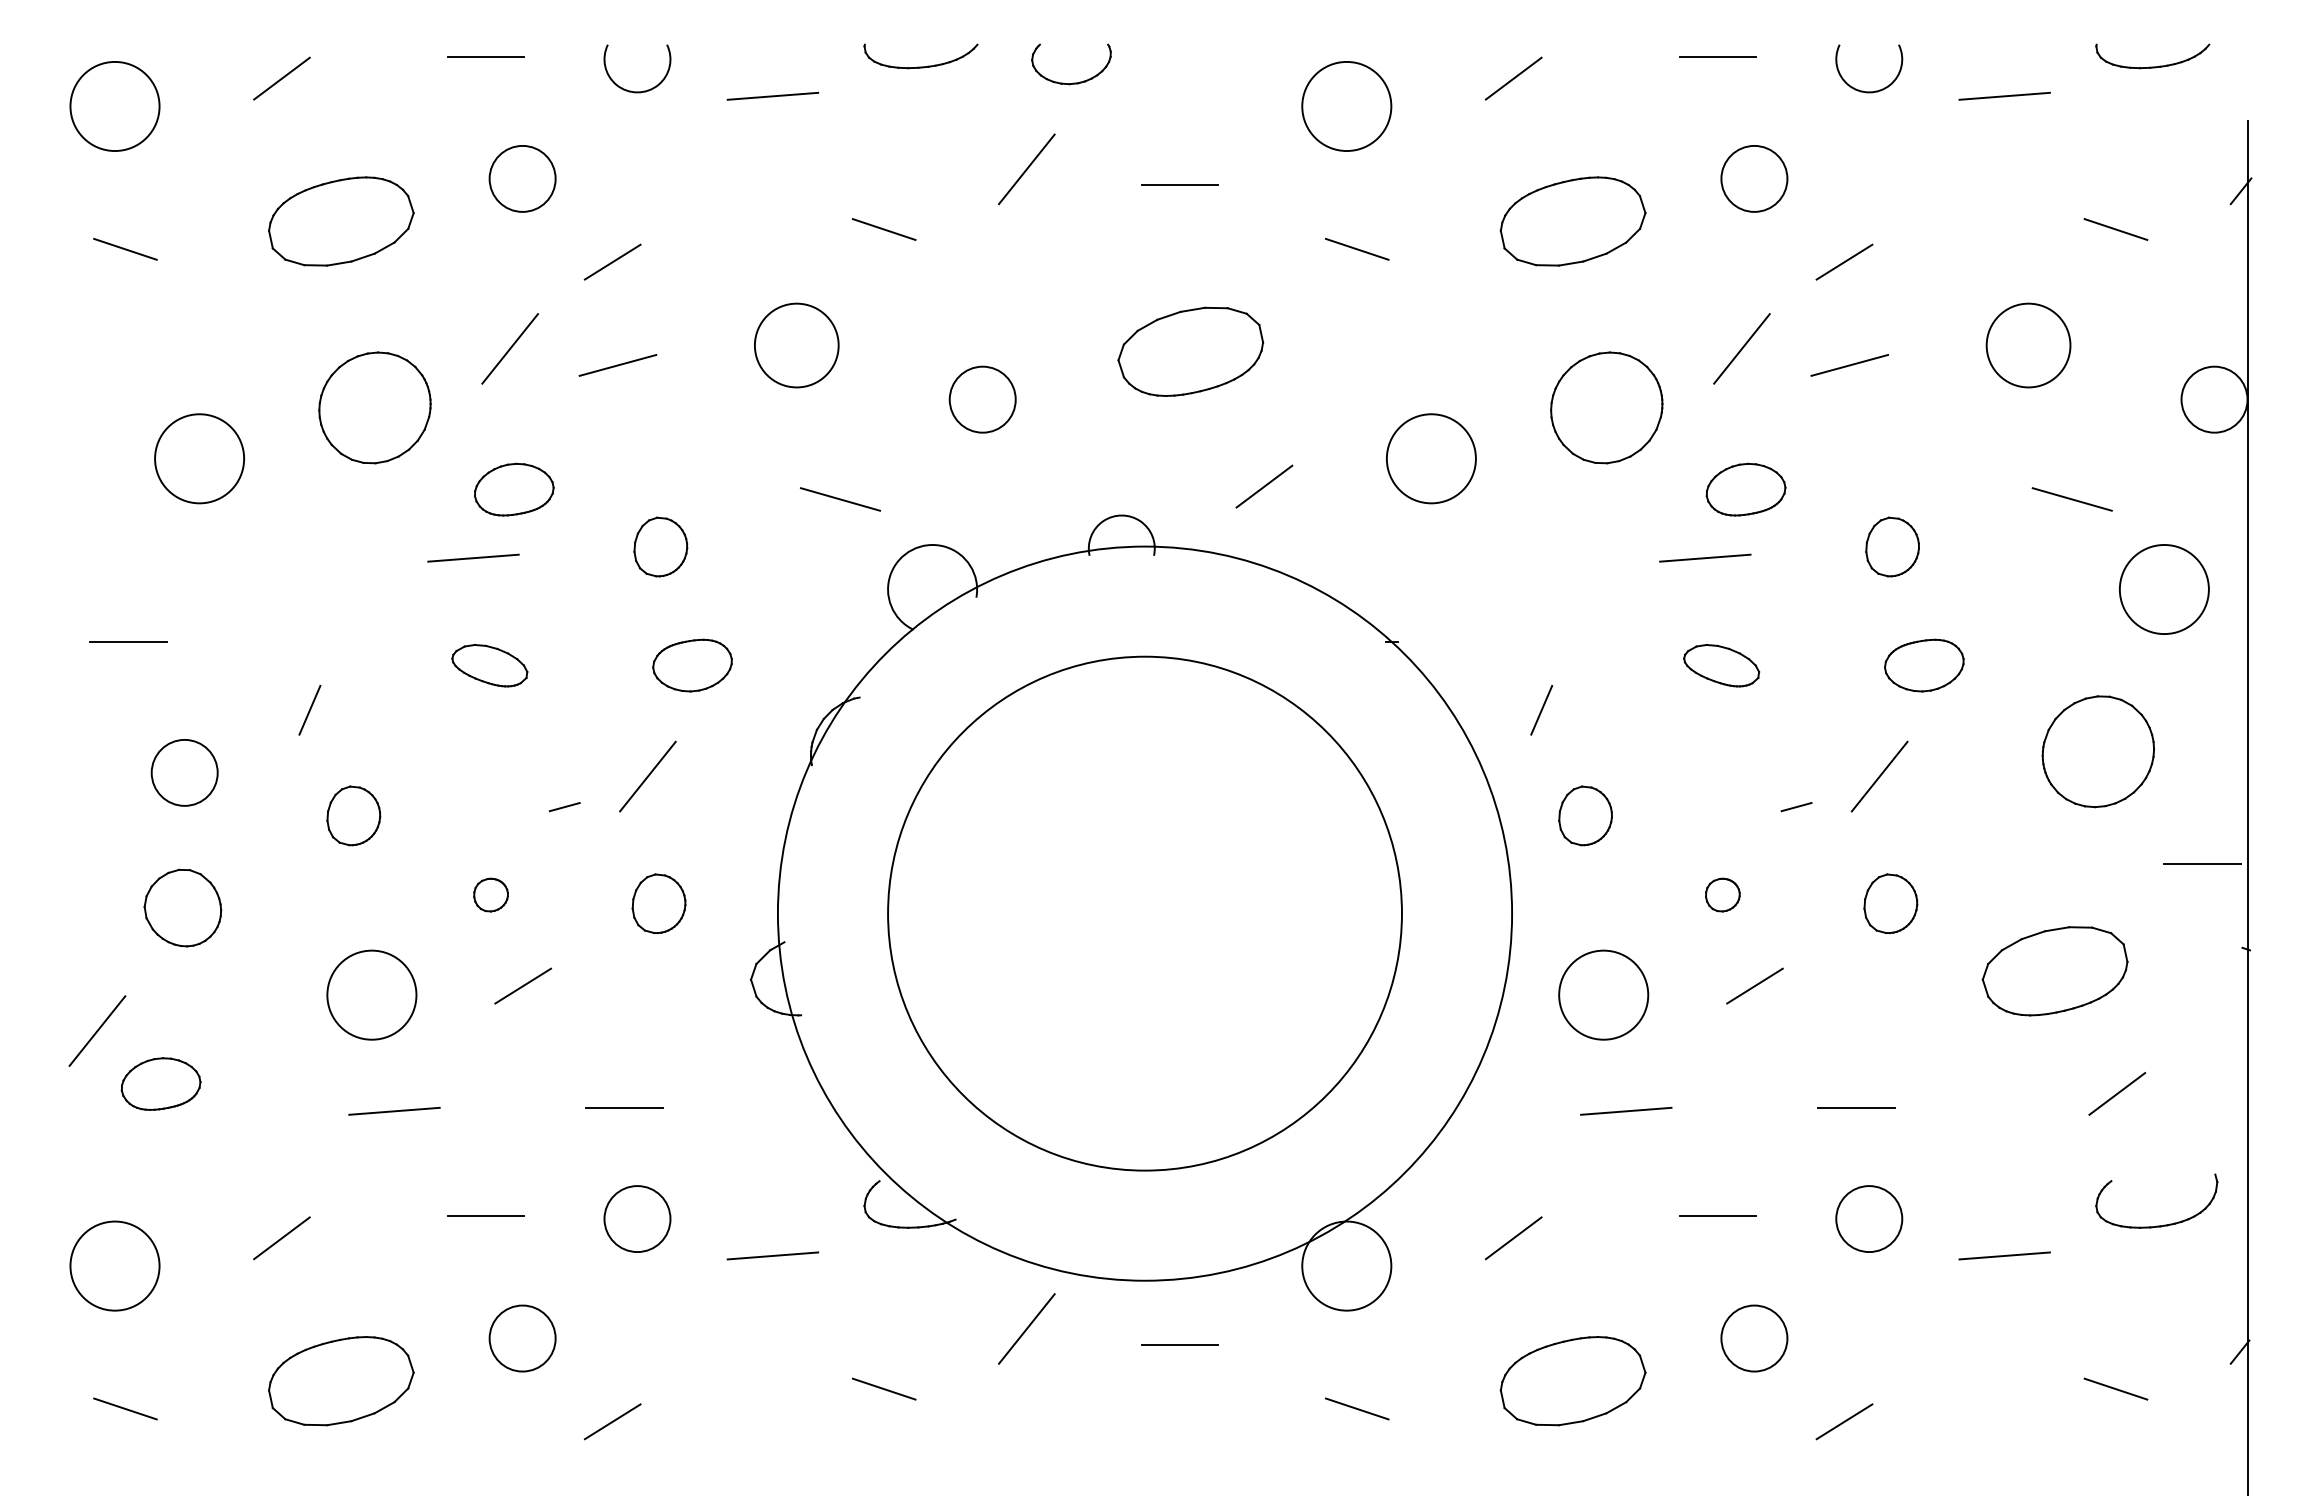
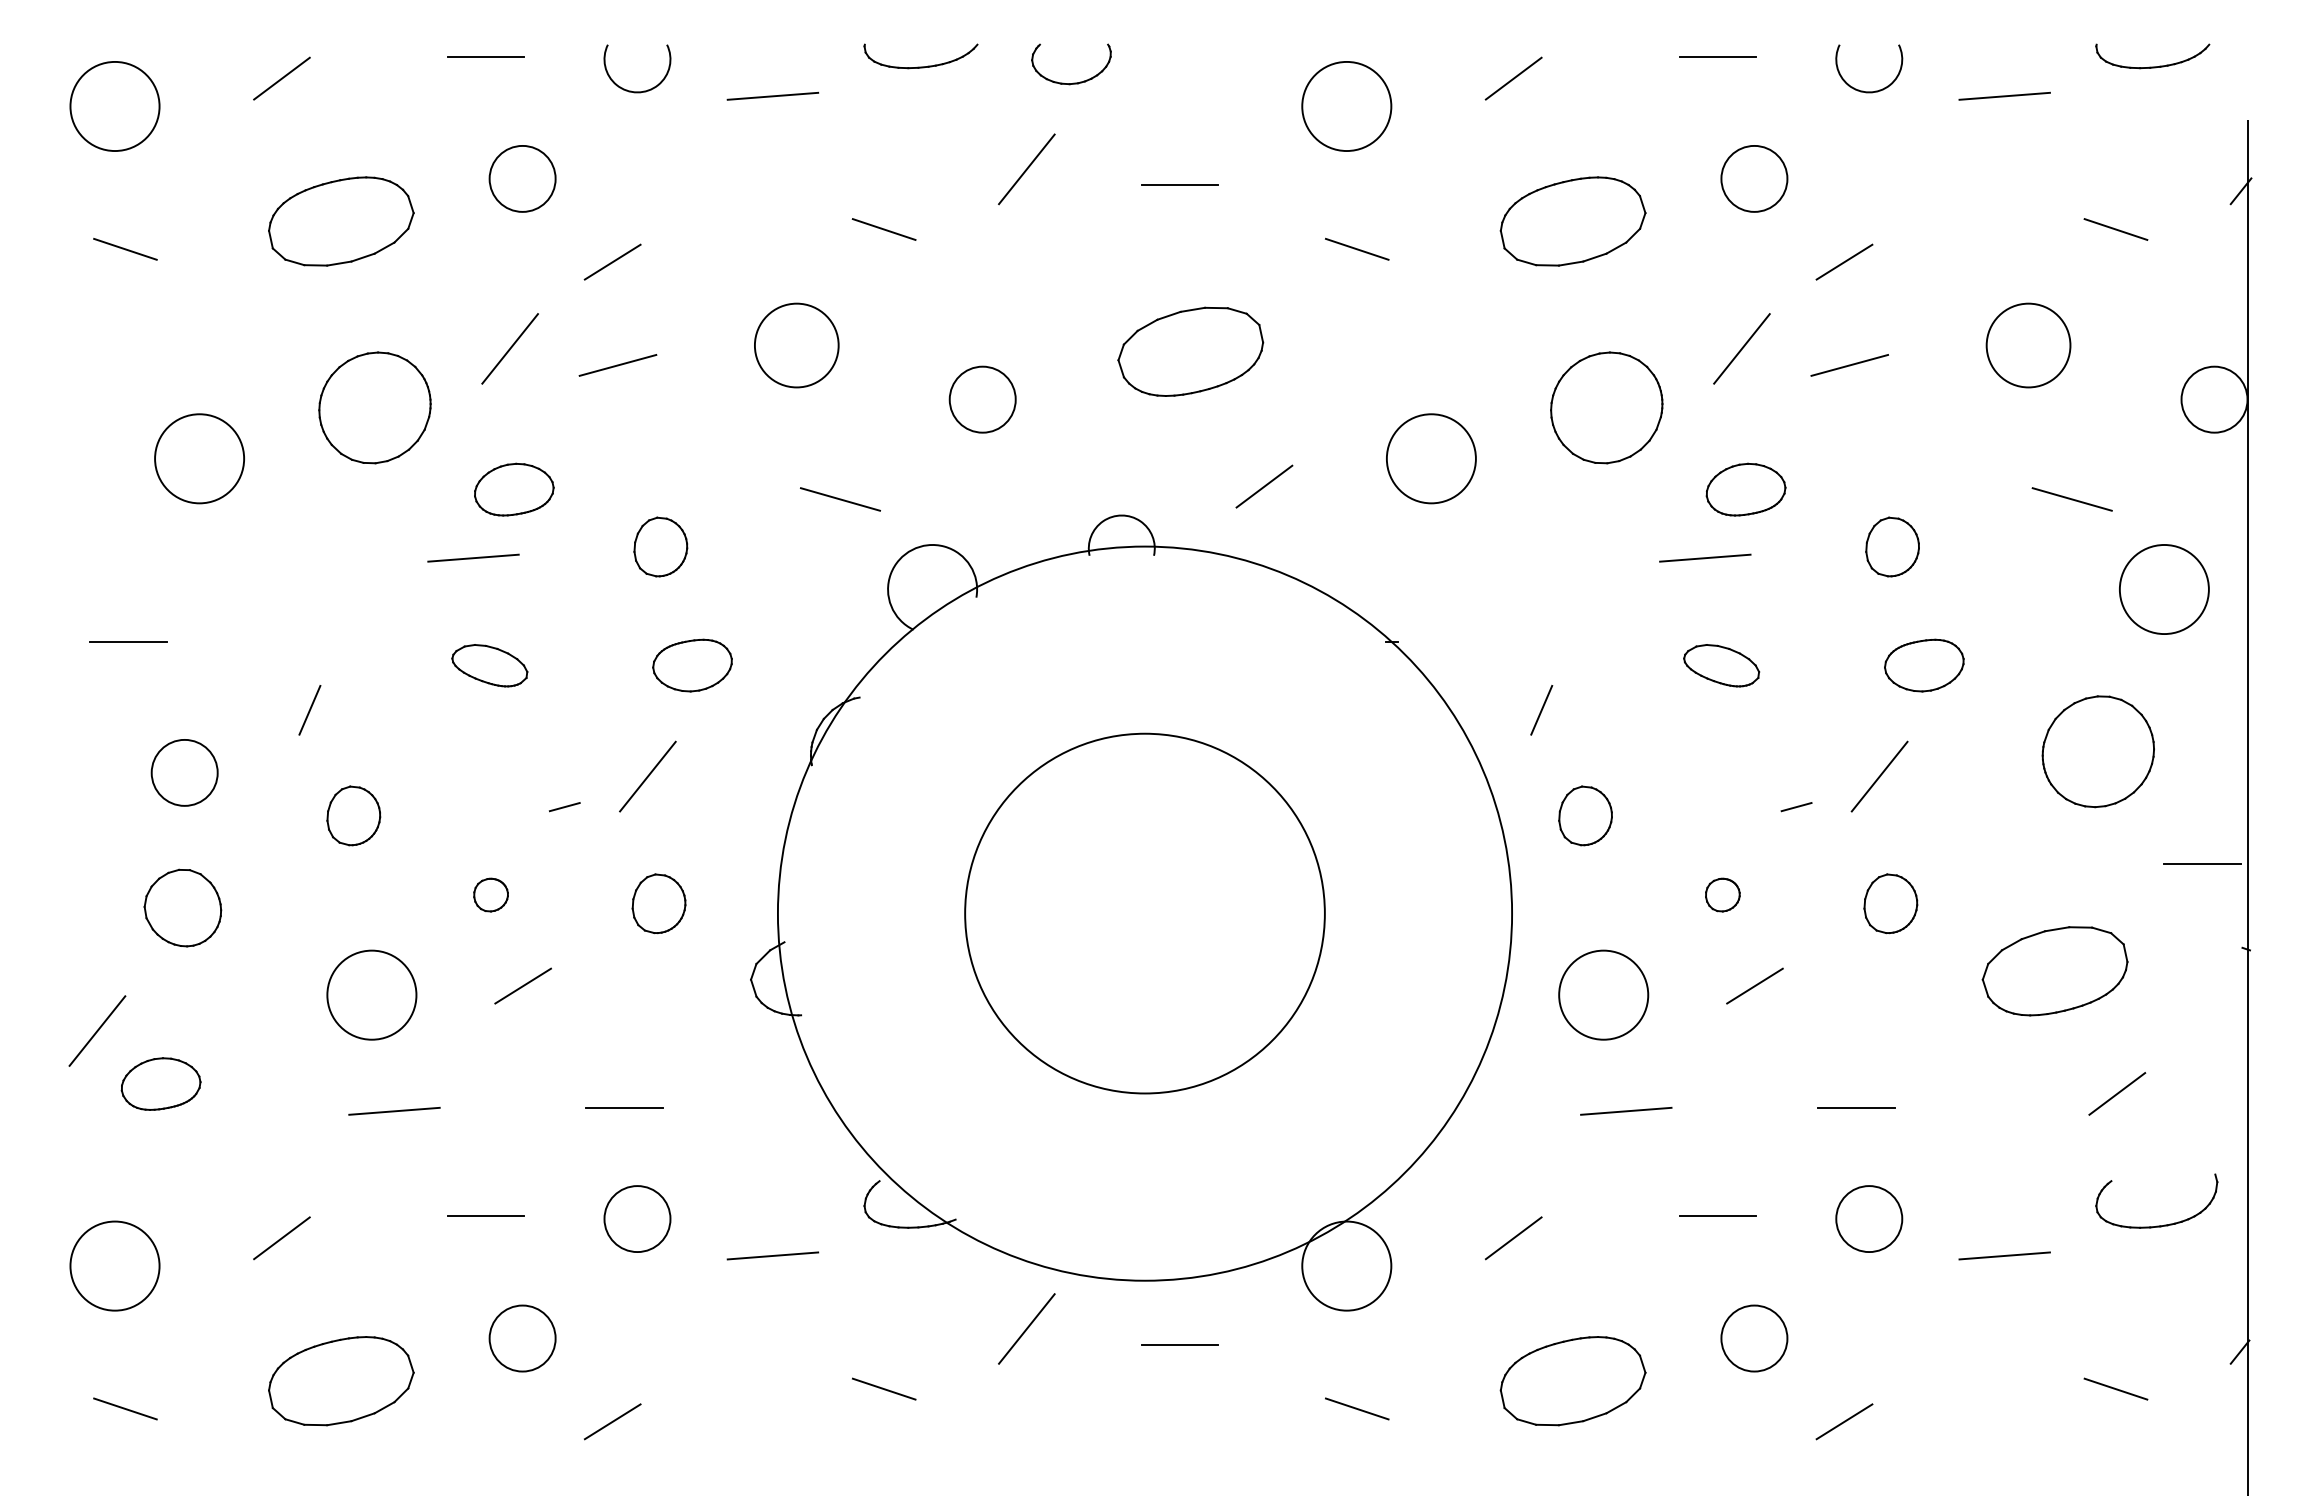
circle at (1144, 913) size: 516x517 px -> 362x363 px
